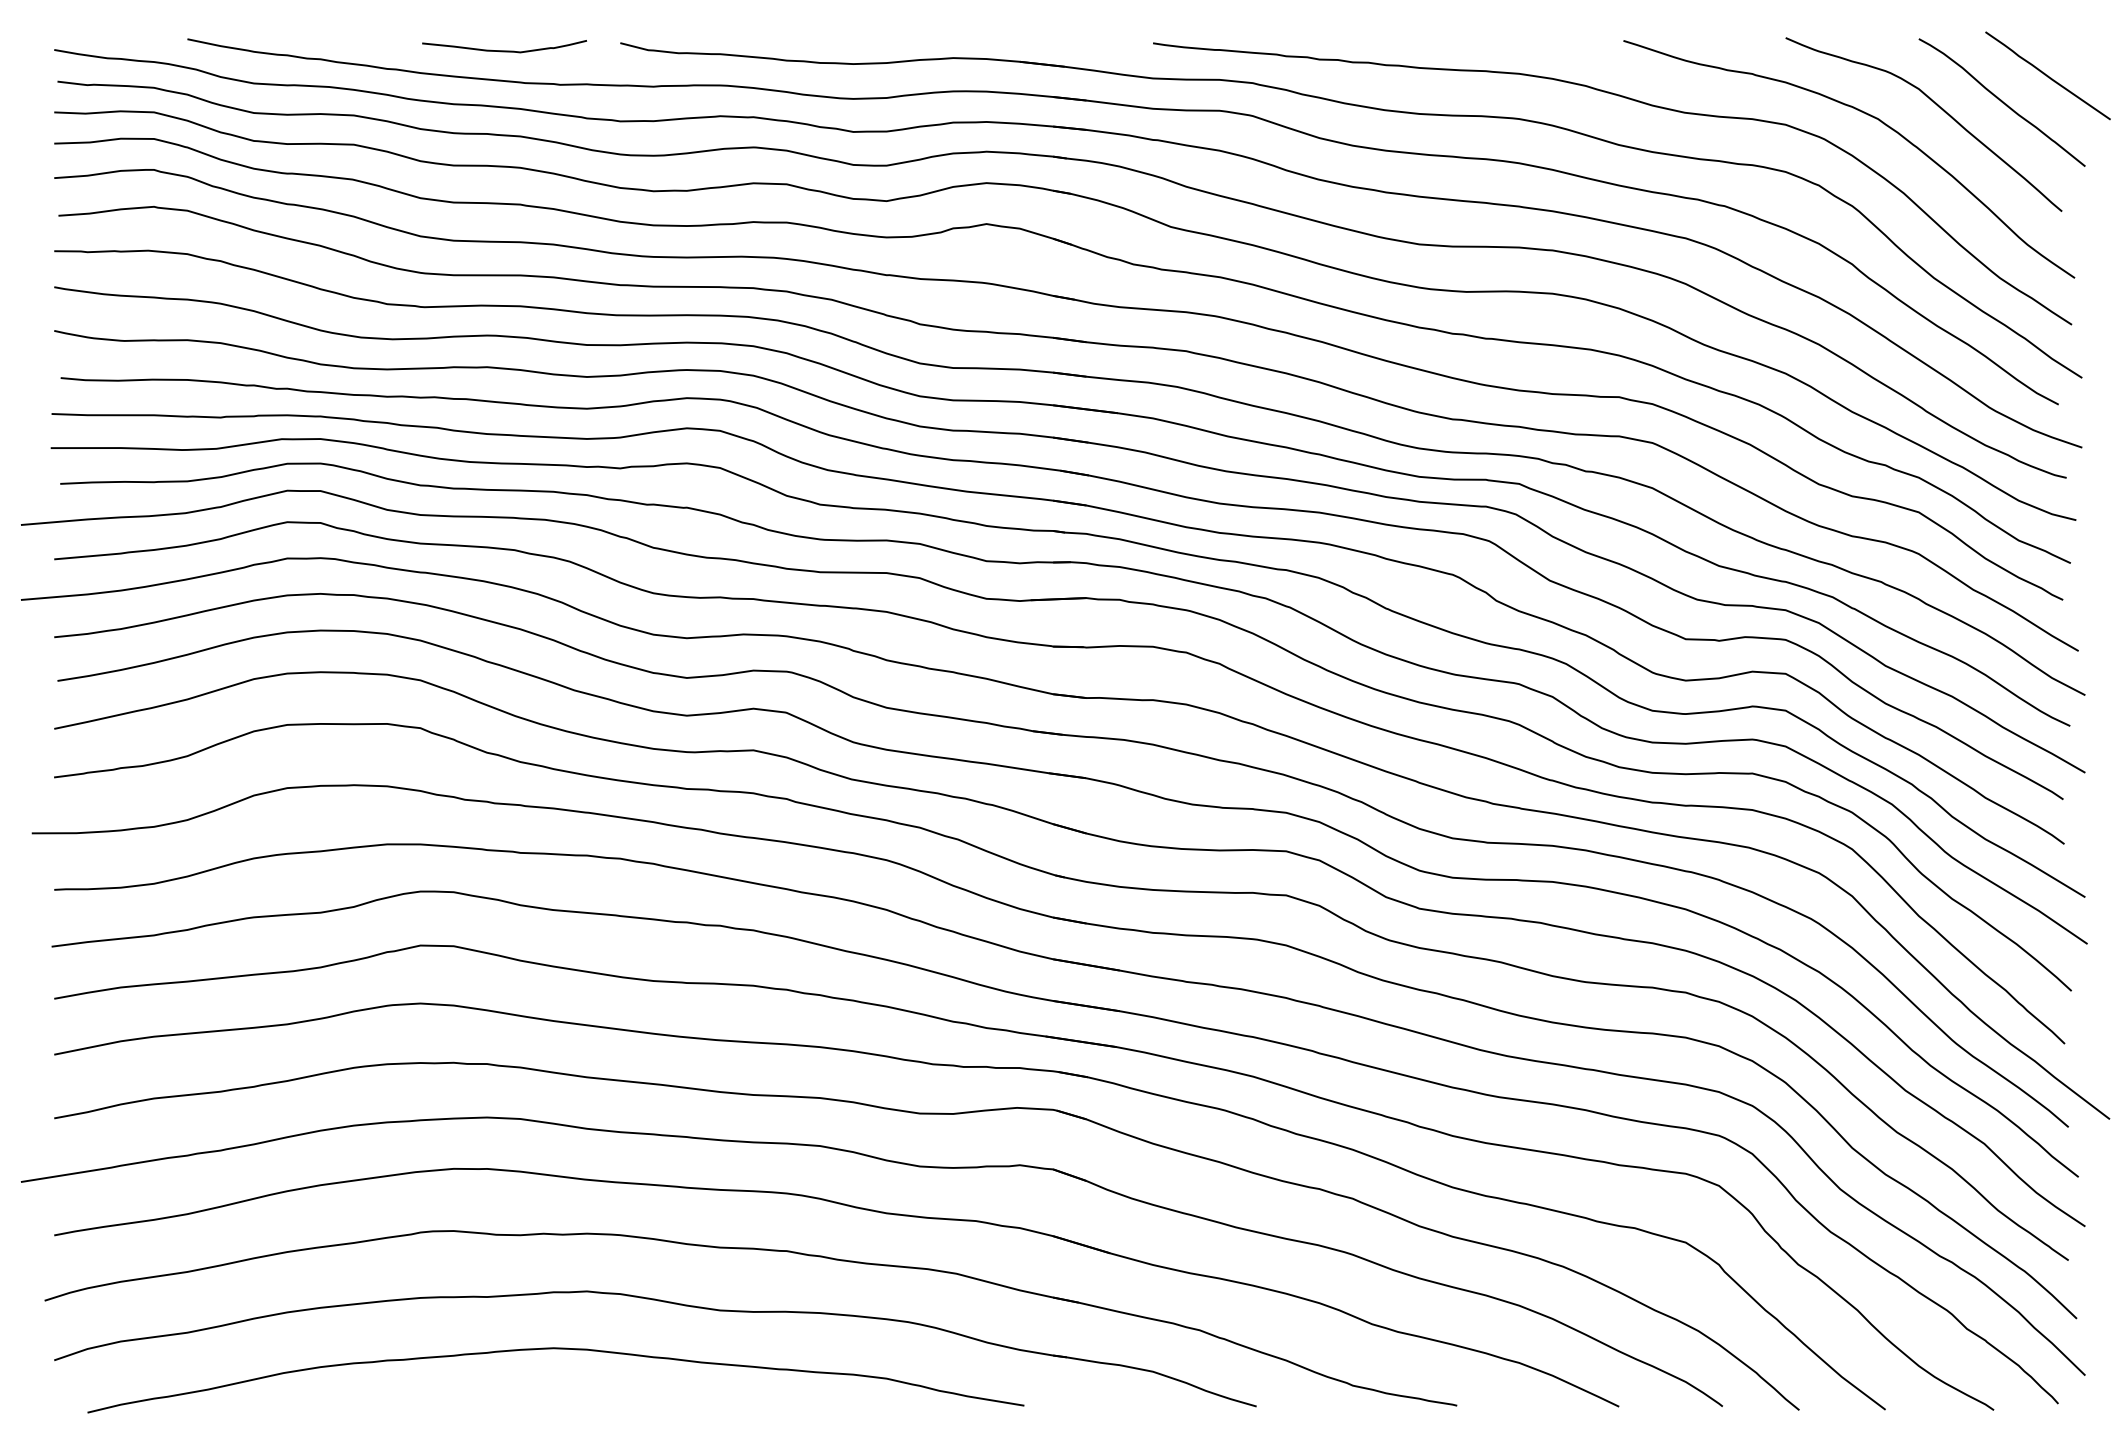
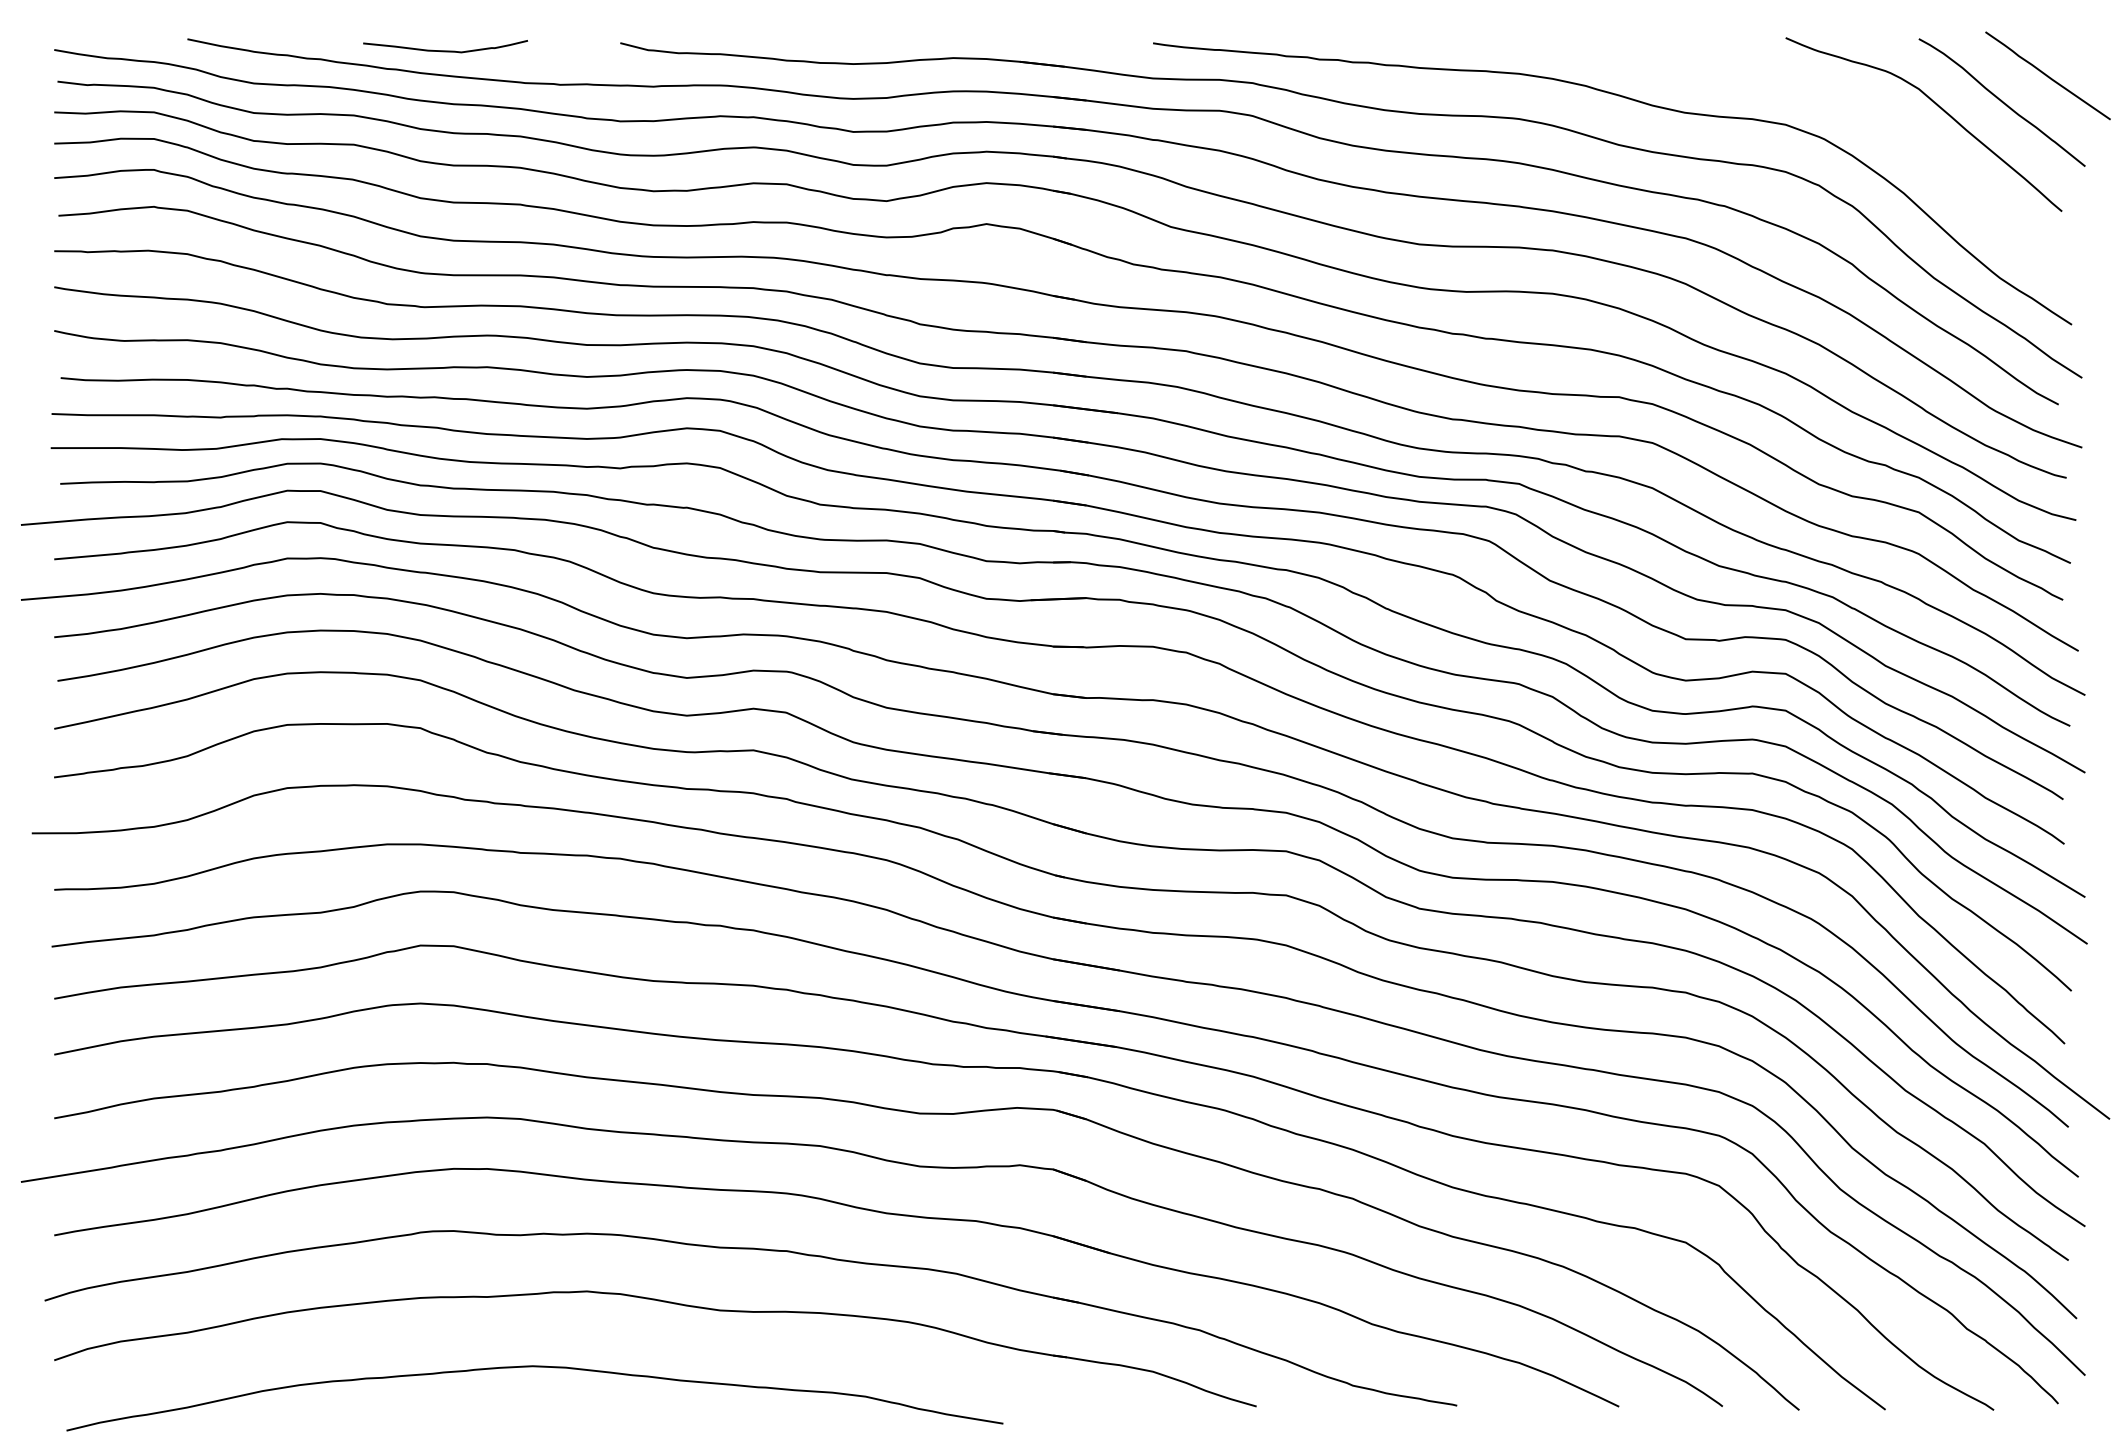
curve at (504, 50) position: (504, 50) -> (445, 50)
curve at (1867, 115): present -> none
curve at (555, 1349) position: (555, 1349) -> (534, 1367)
